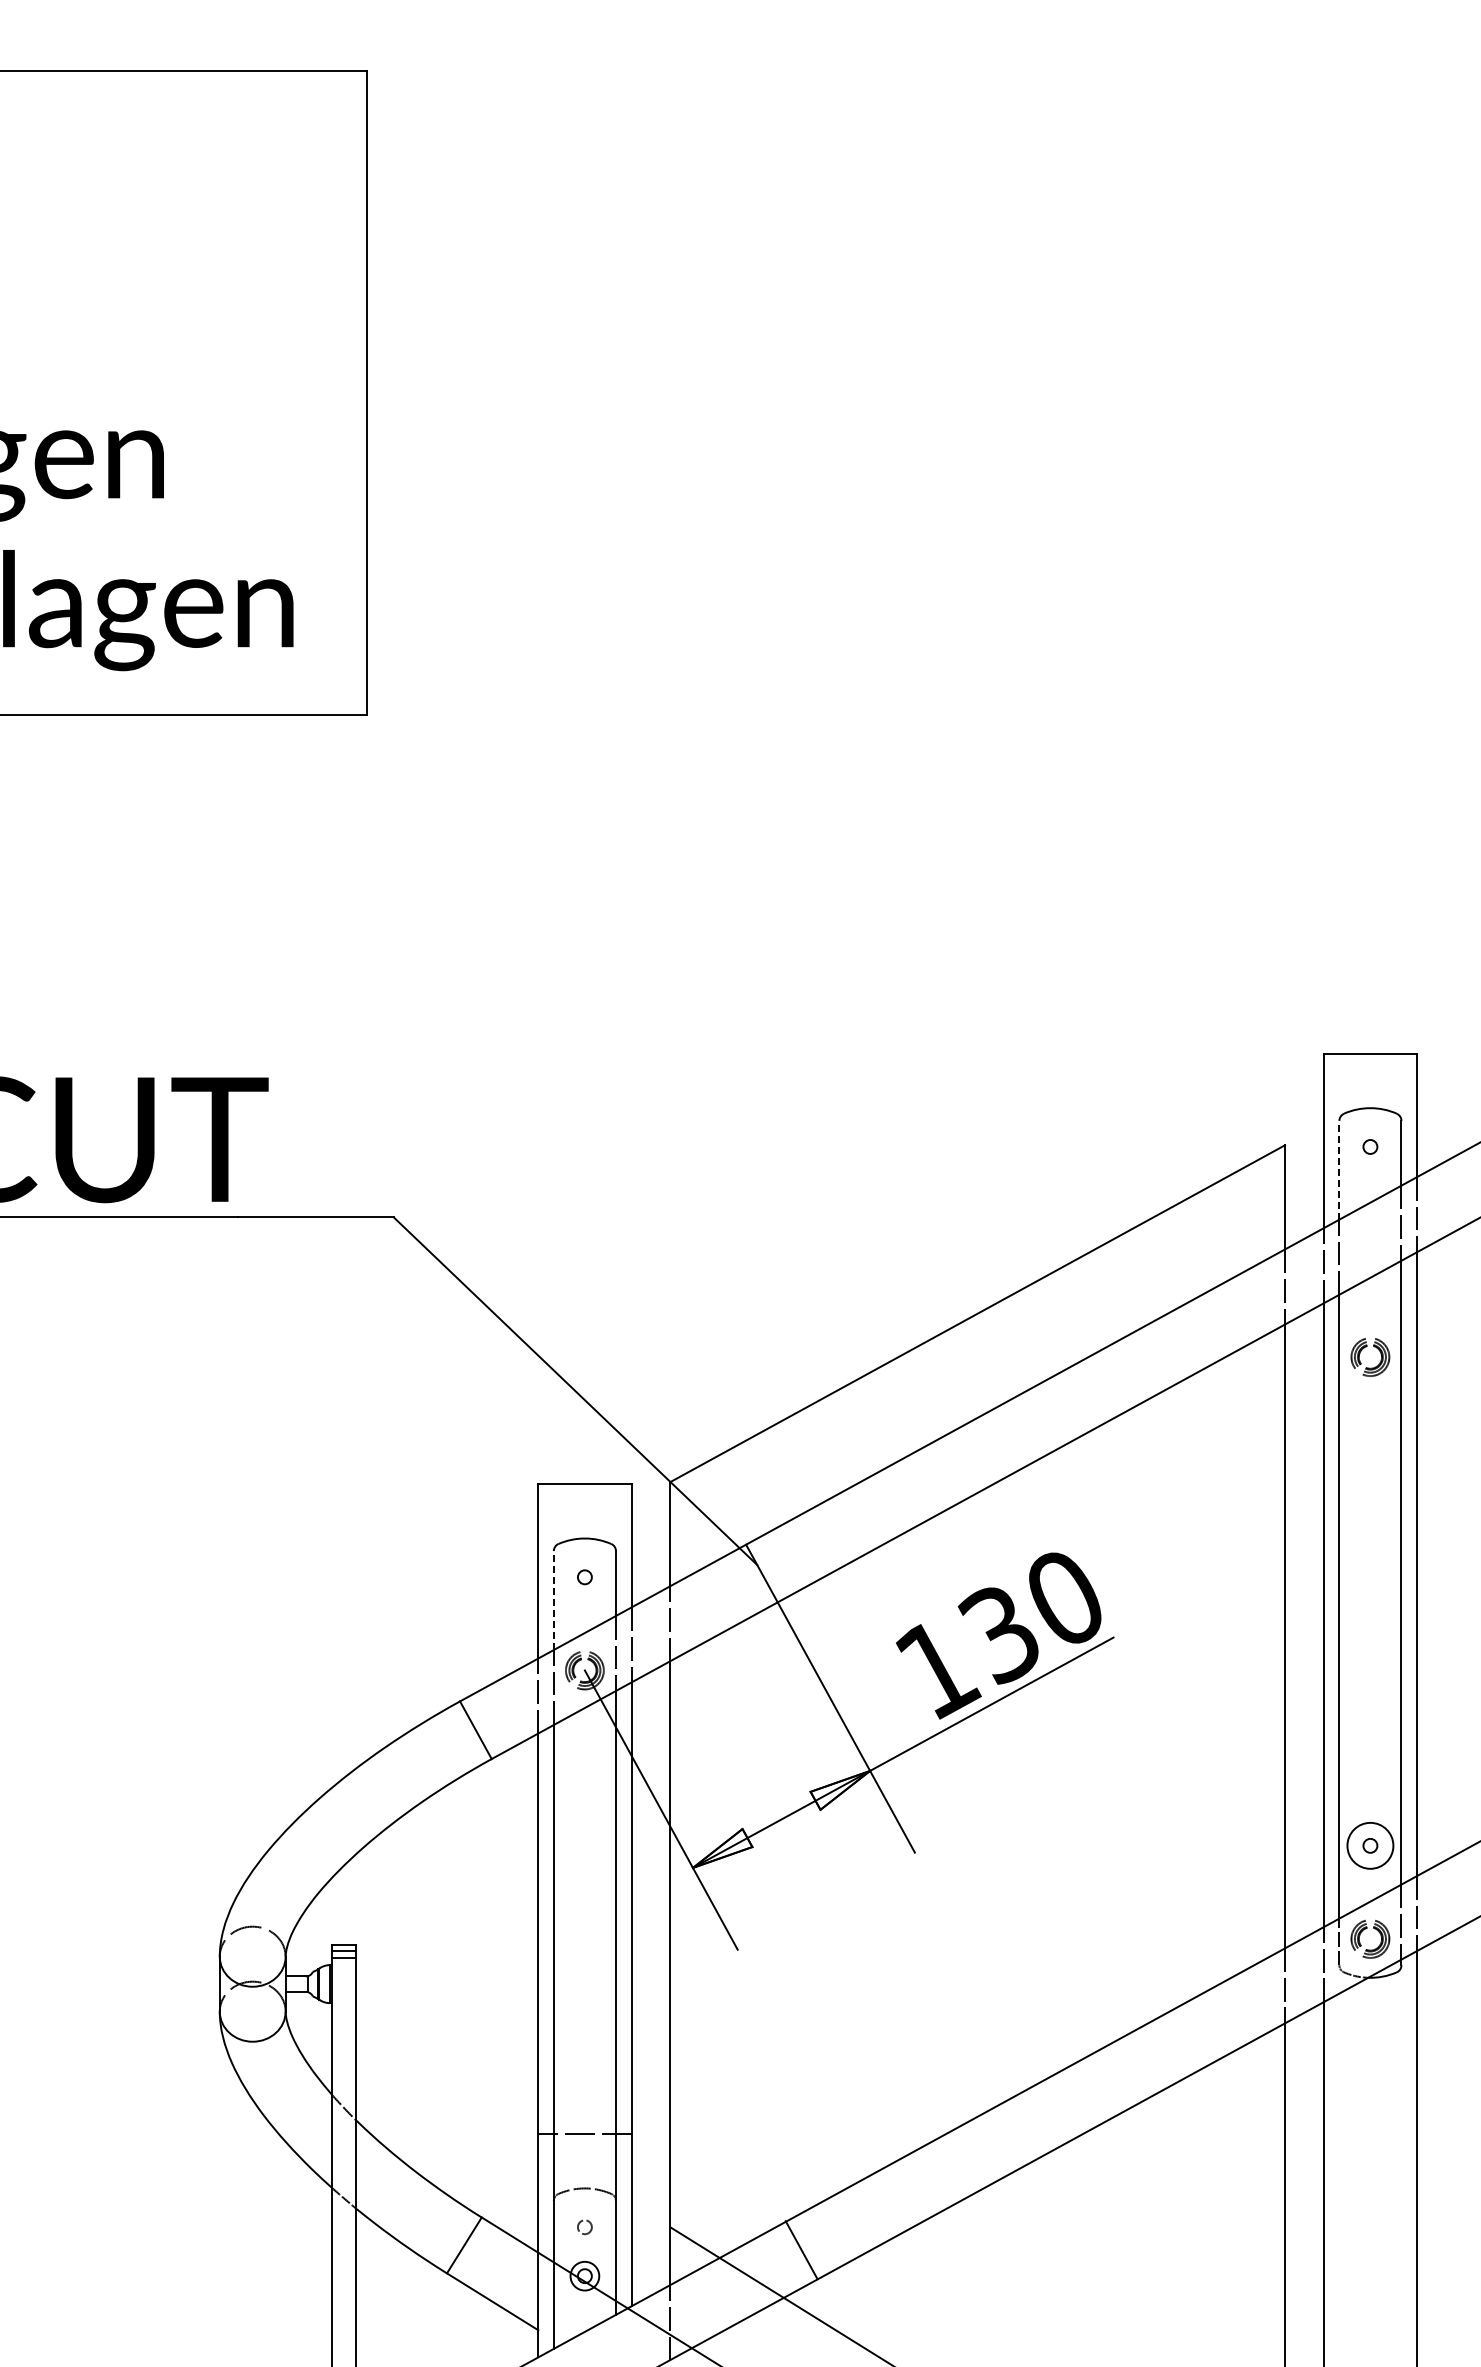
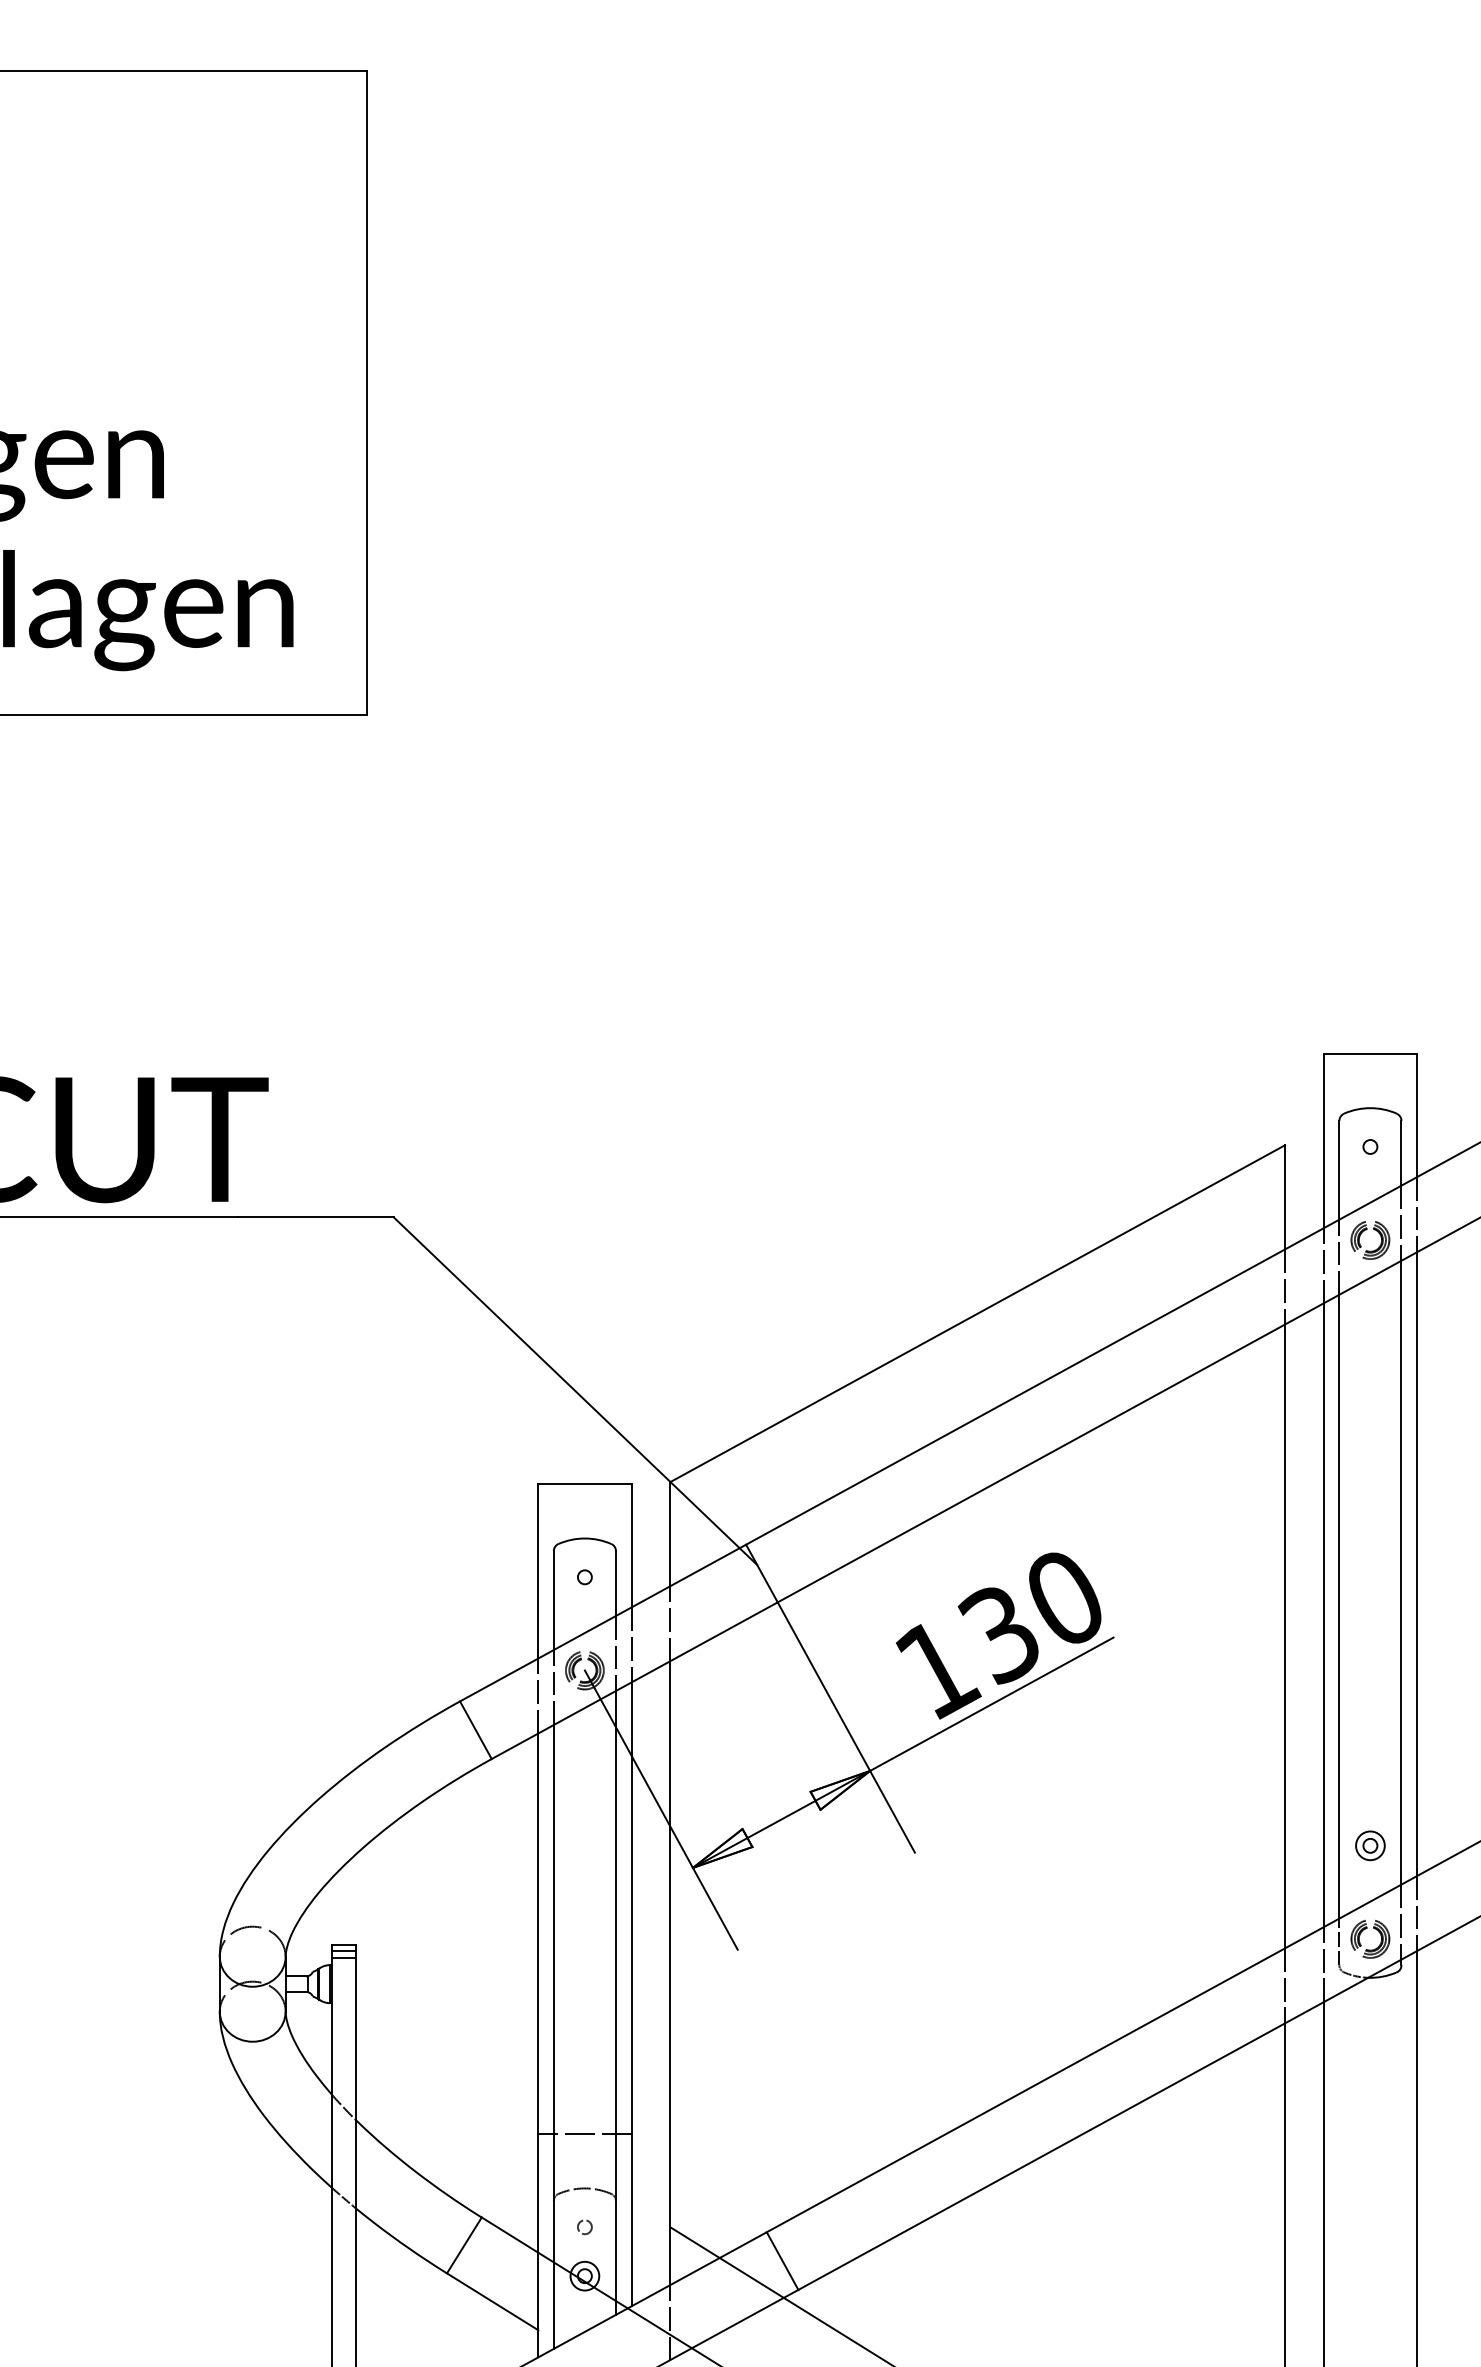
line at (1339, 1169): dashed -> solid
part at (1370, 1367) position: (1370, 1367) -> (1370, 1250)
line at (553, 1600): dashed -> solid
circle at (1370, 1845) diameter: 46 px -> 29 px
line at (801, 2250) position: (801, 2250) -> (782, 2261)
